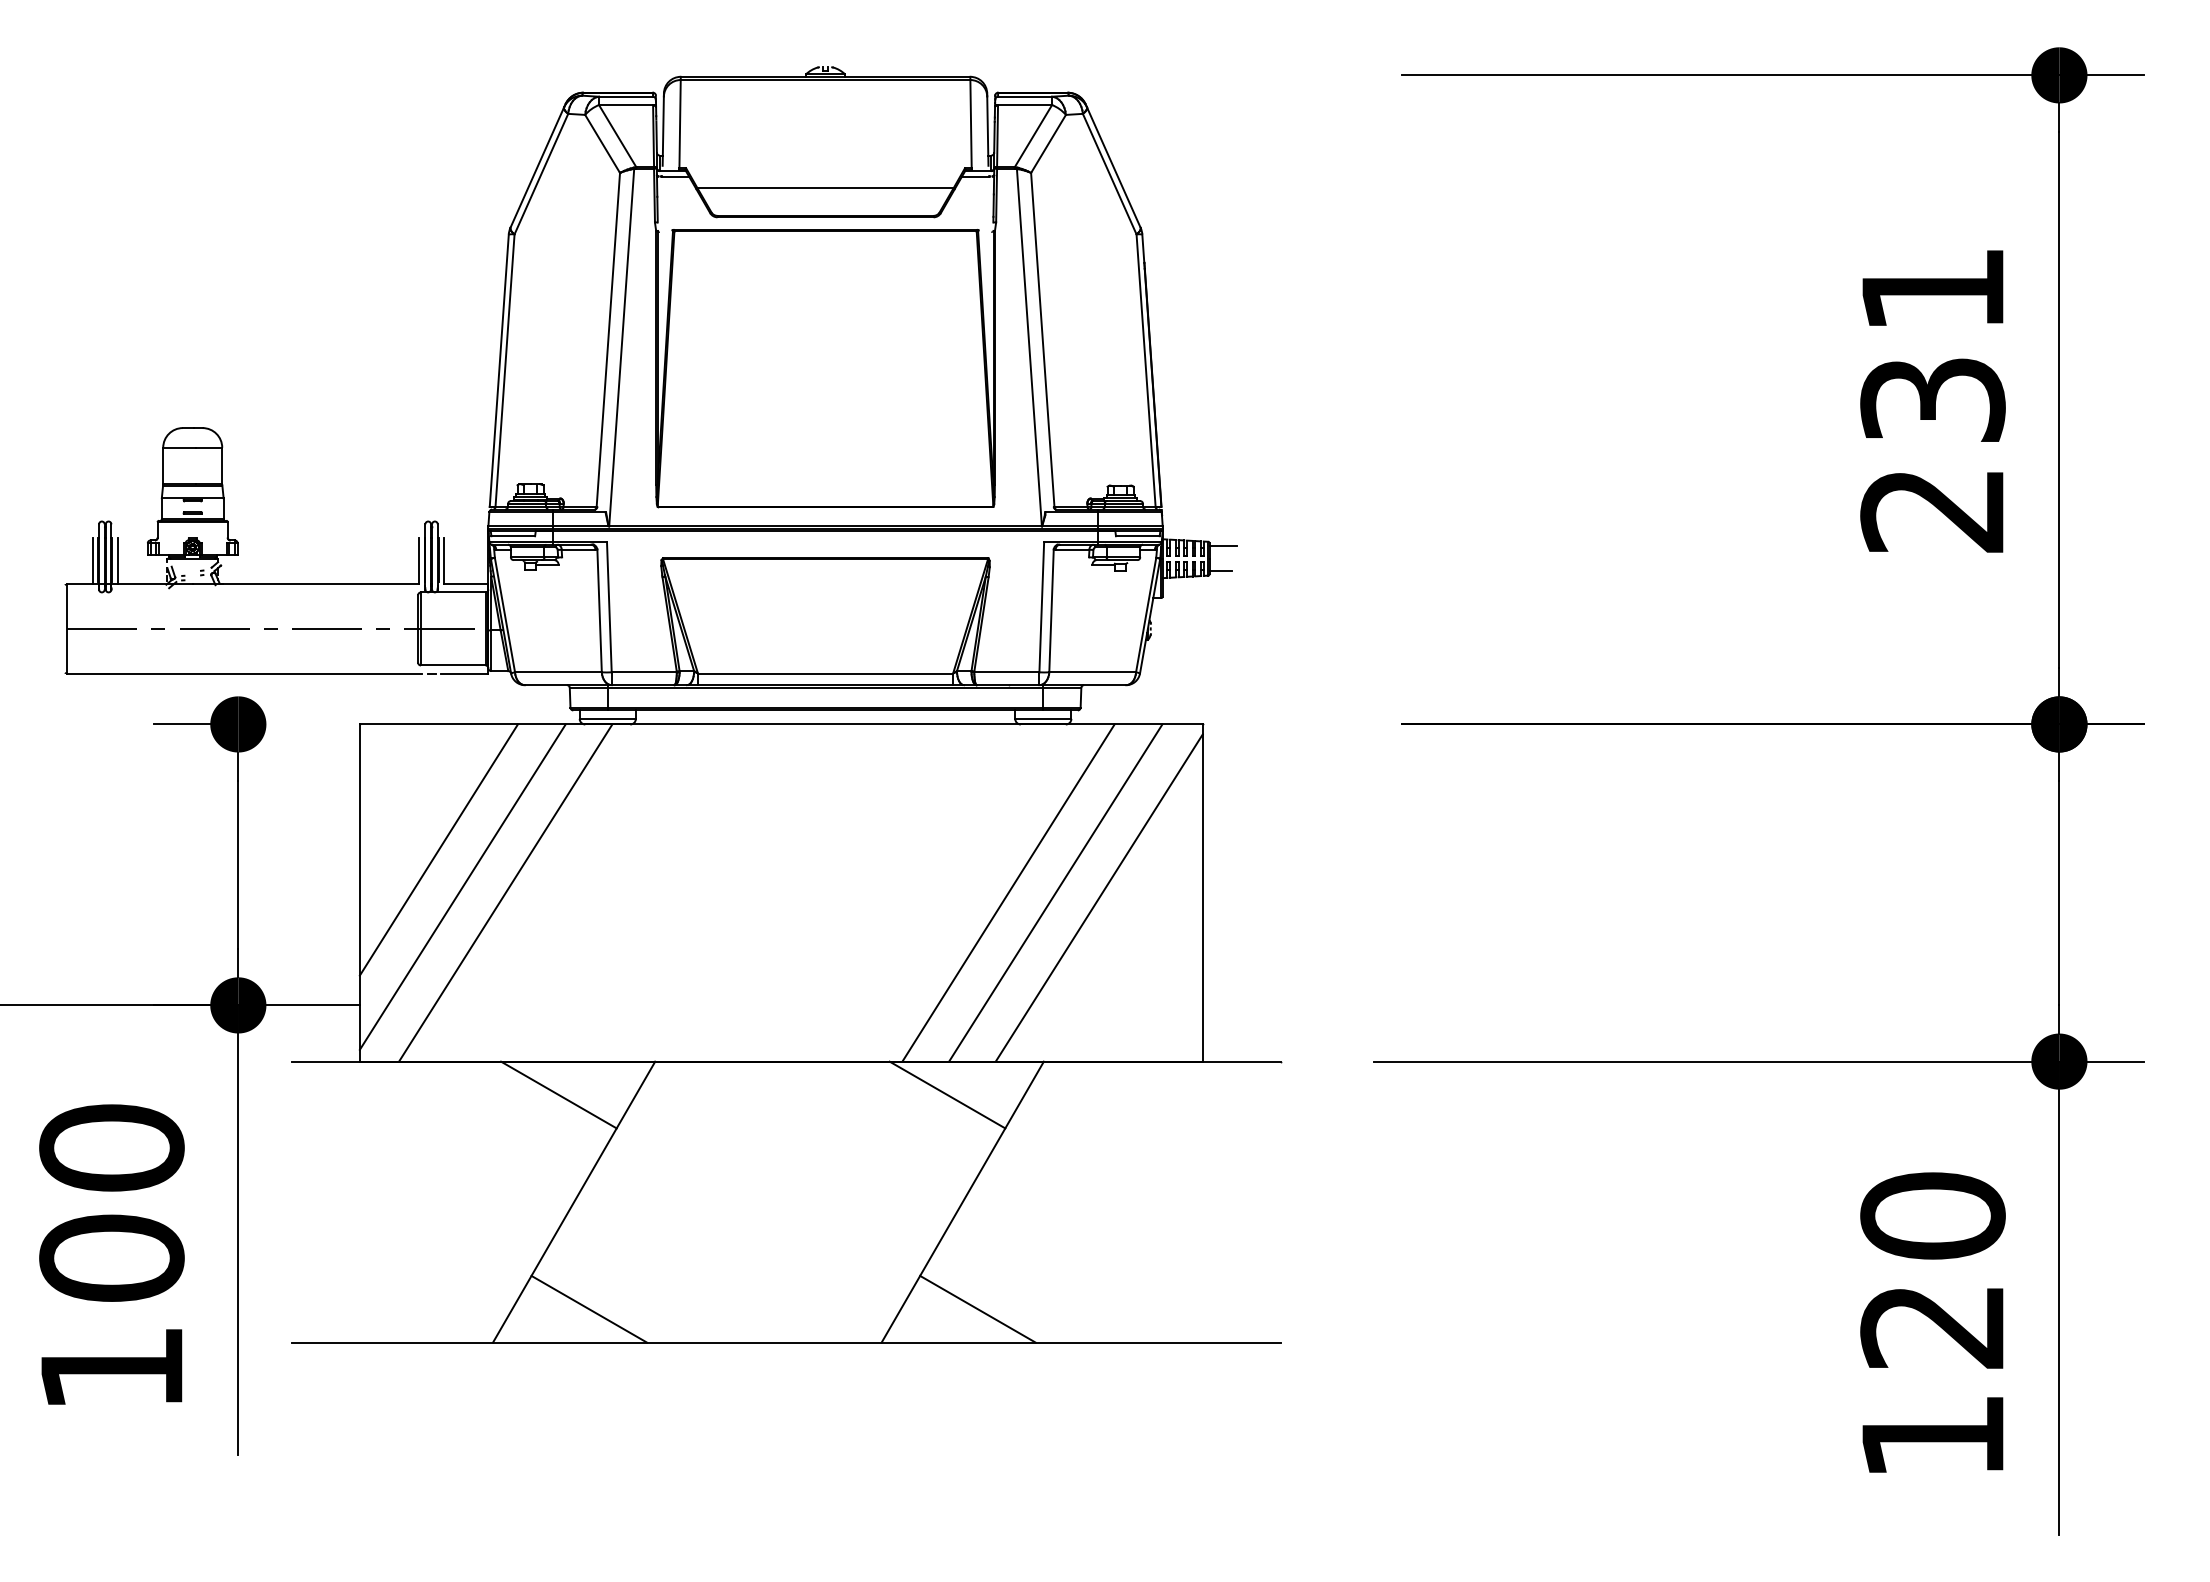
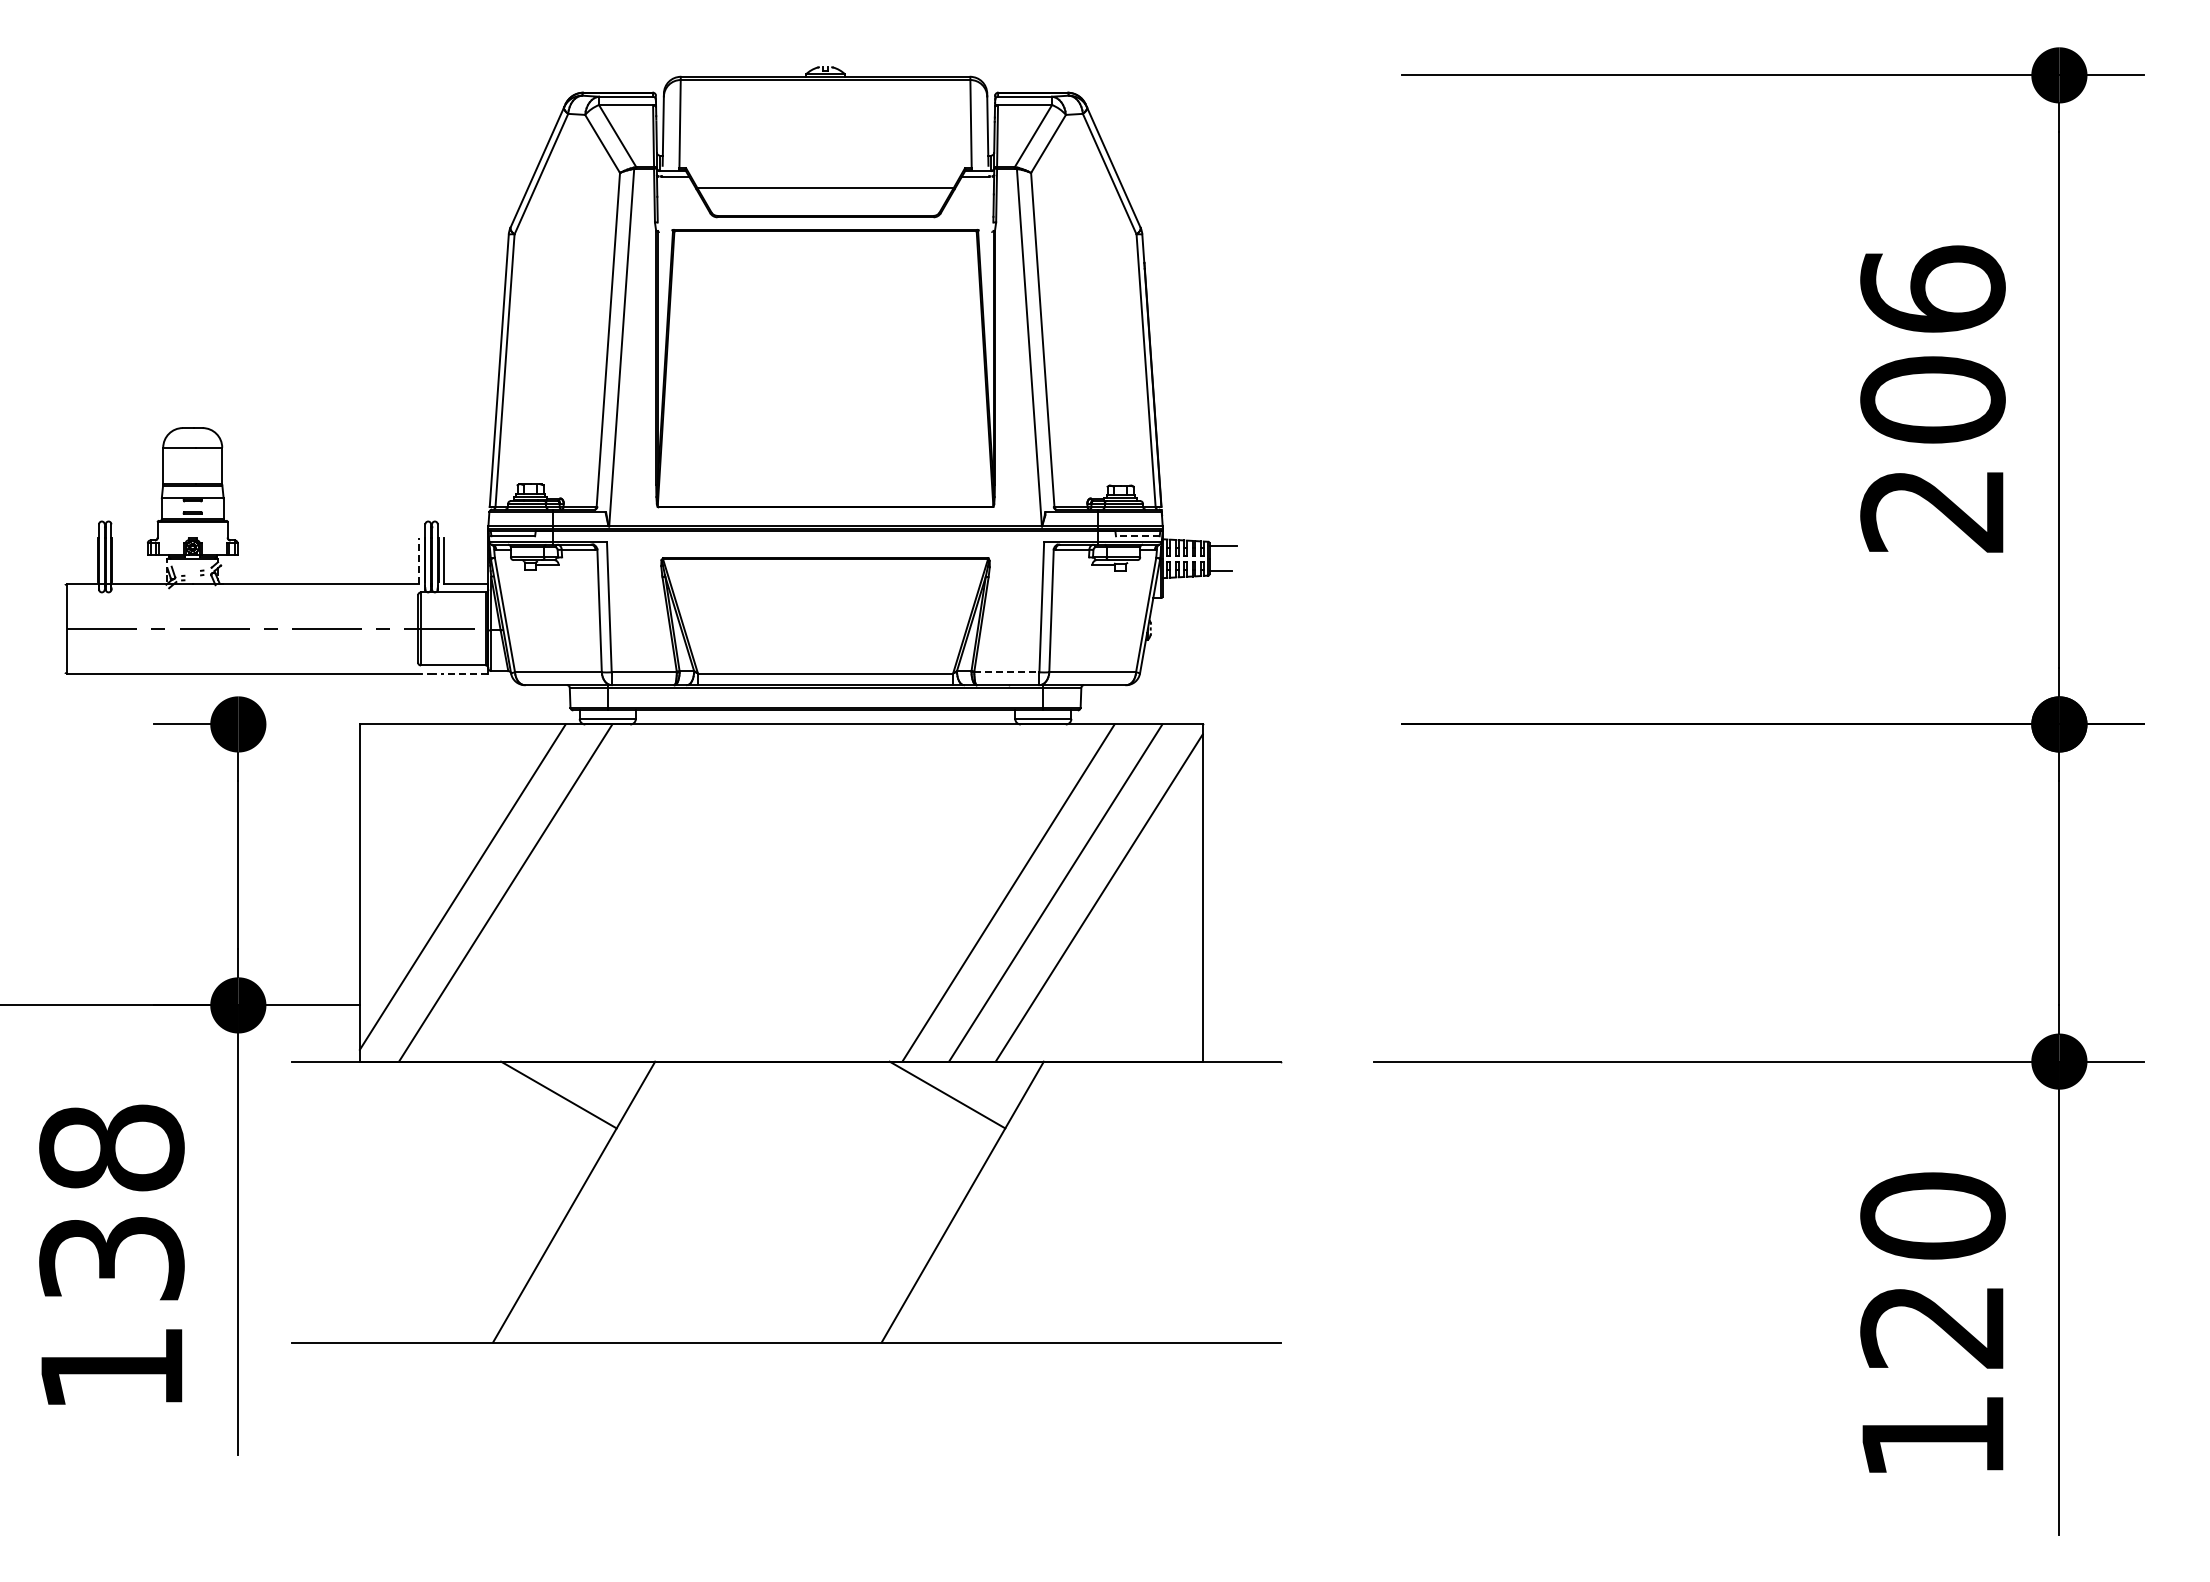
text at (1932, 344): 231 -> 206
line at (1137, 536): solid -> dashed
line at (92, 560): present -> none
line at (117, 560): present -> none
line at (418, 560): solid -> dashed
line at (1006, 672): solid -> dashed
line at (464, 673): solid -> dashed
line at (438, 849): present -> none
text at (111, 1202): 100 -> 138
line at (589, 1308): present -> none
line at (977, 1308): present -> none
